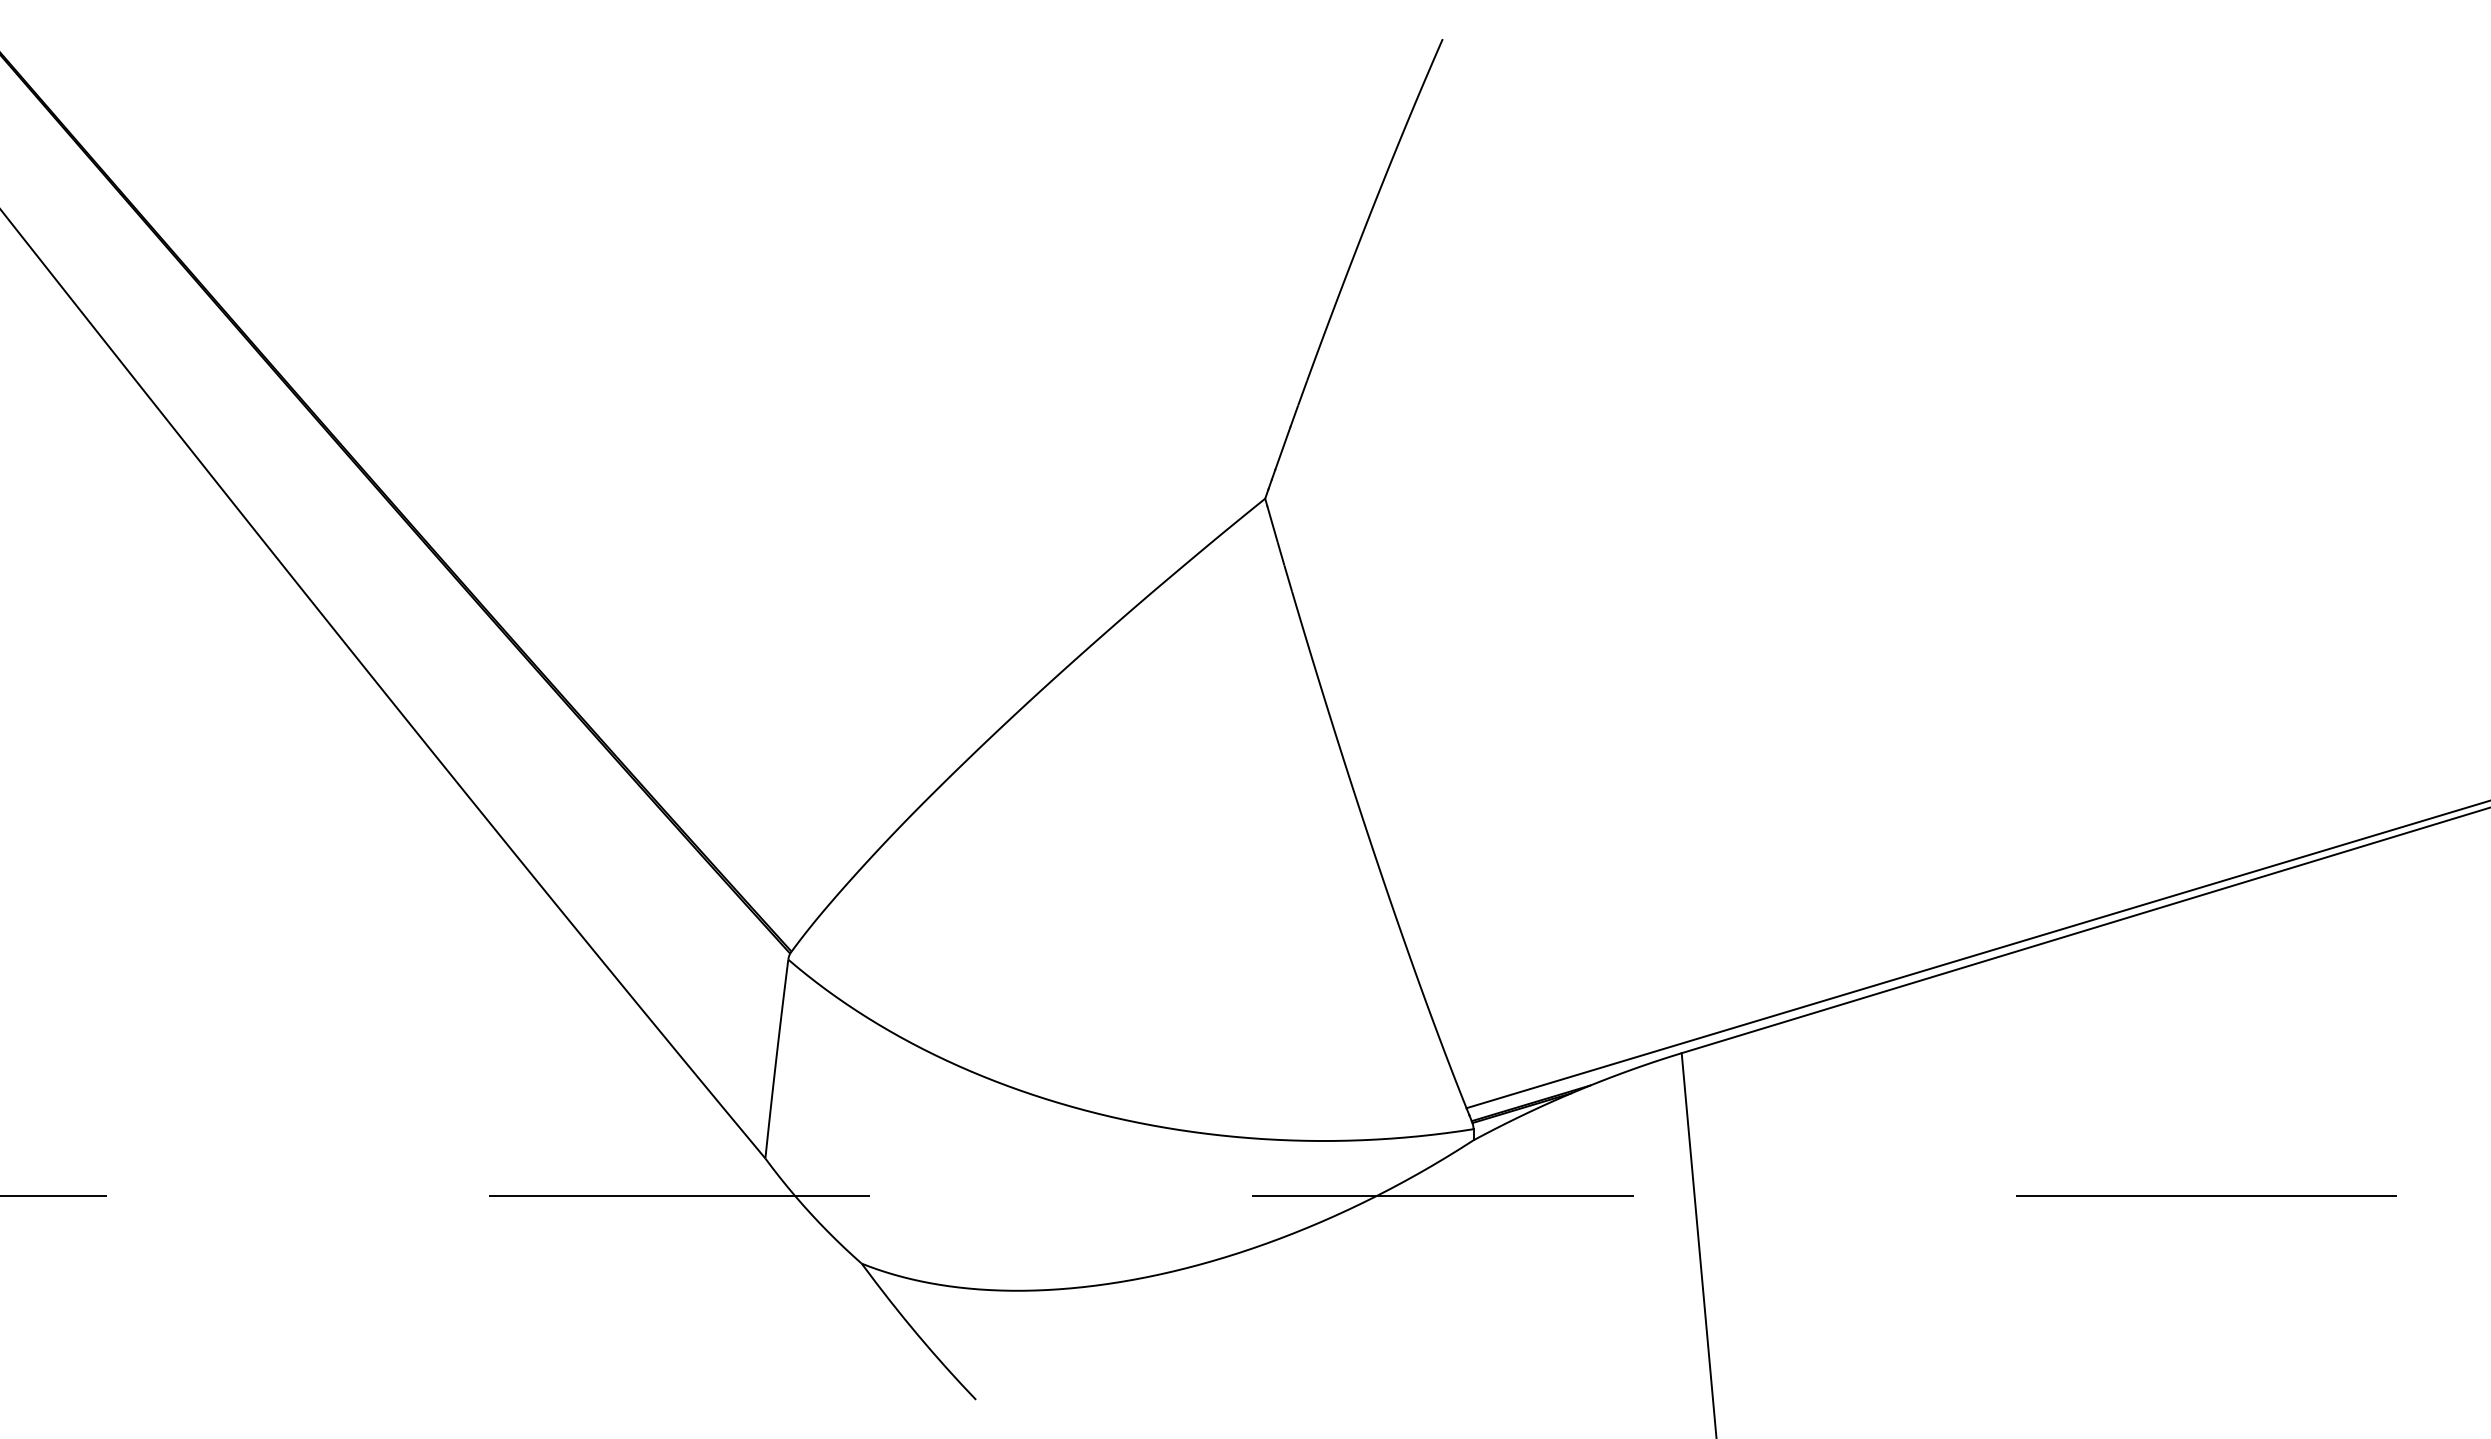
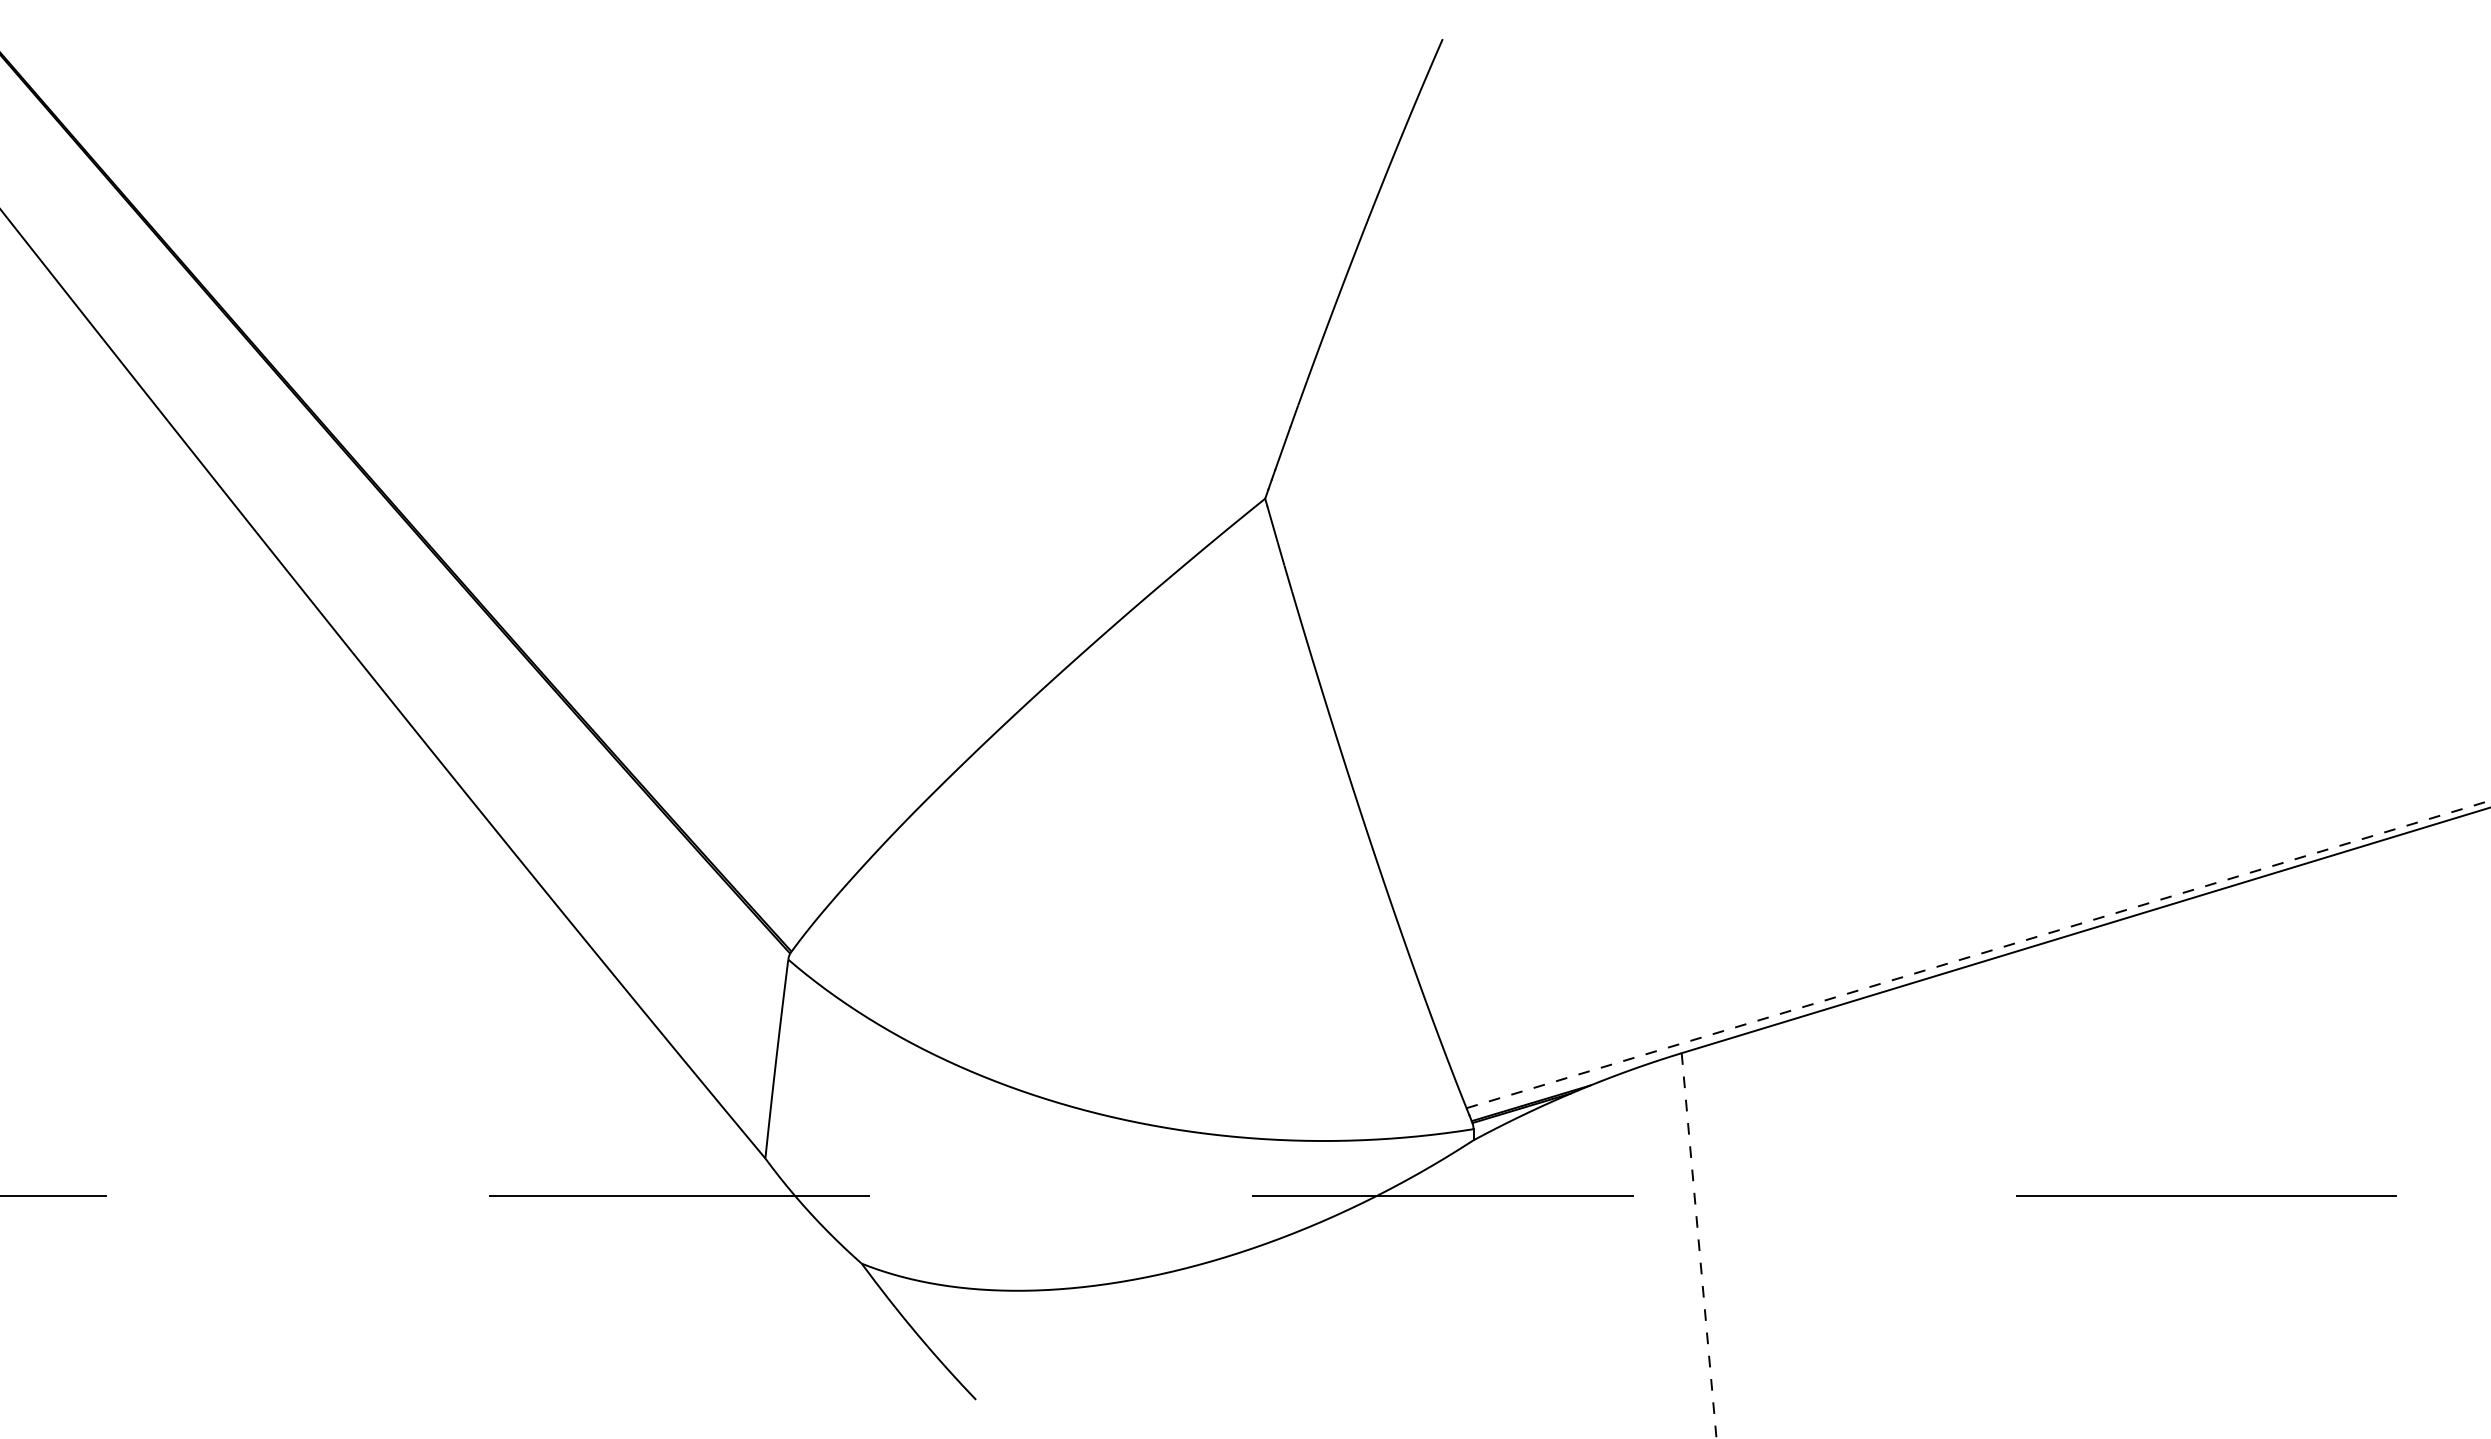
line at (1978, 954): solid -> dashed
line at (1699, 1246): solid -> dashed
